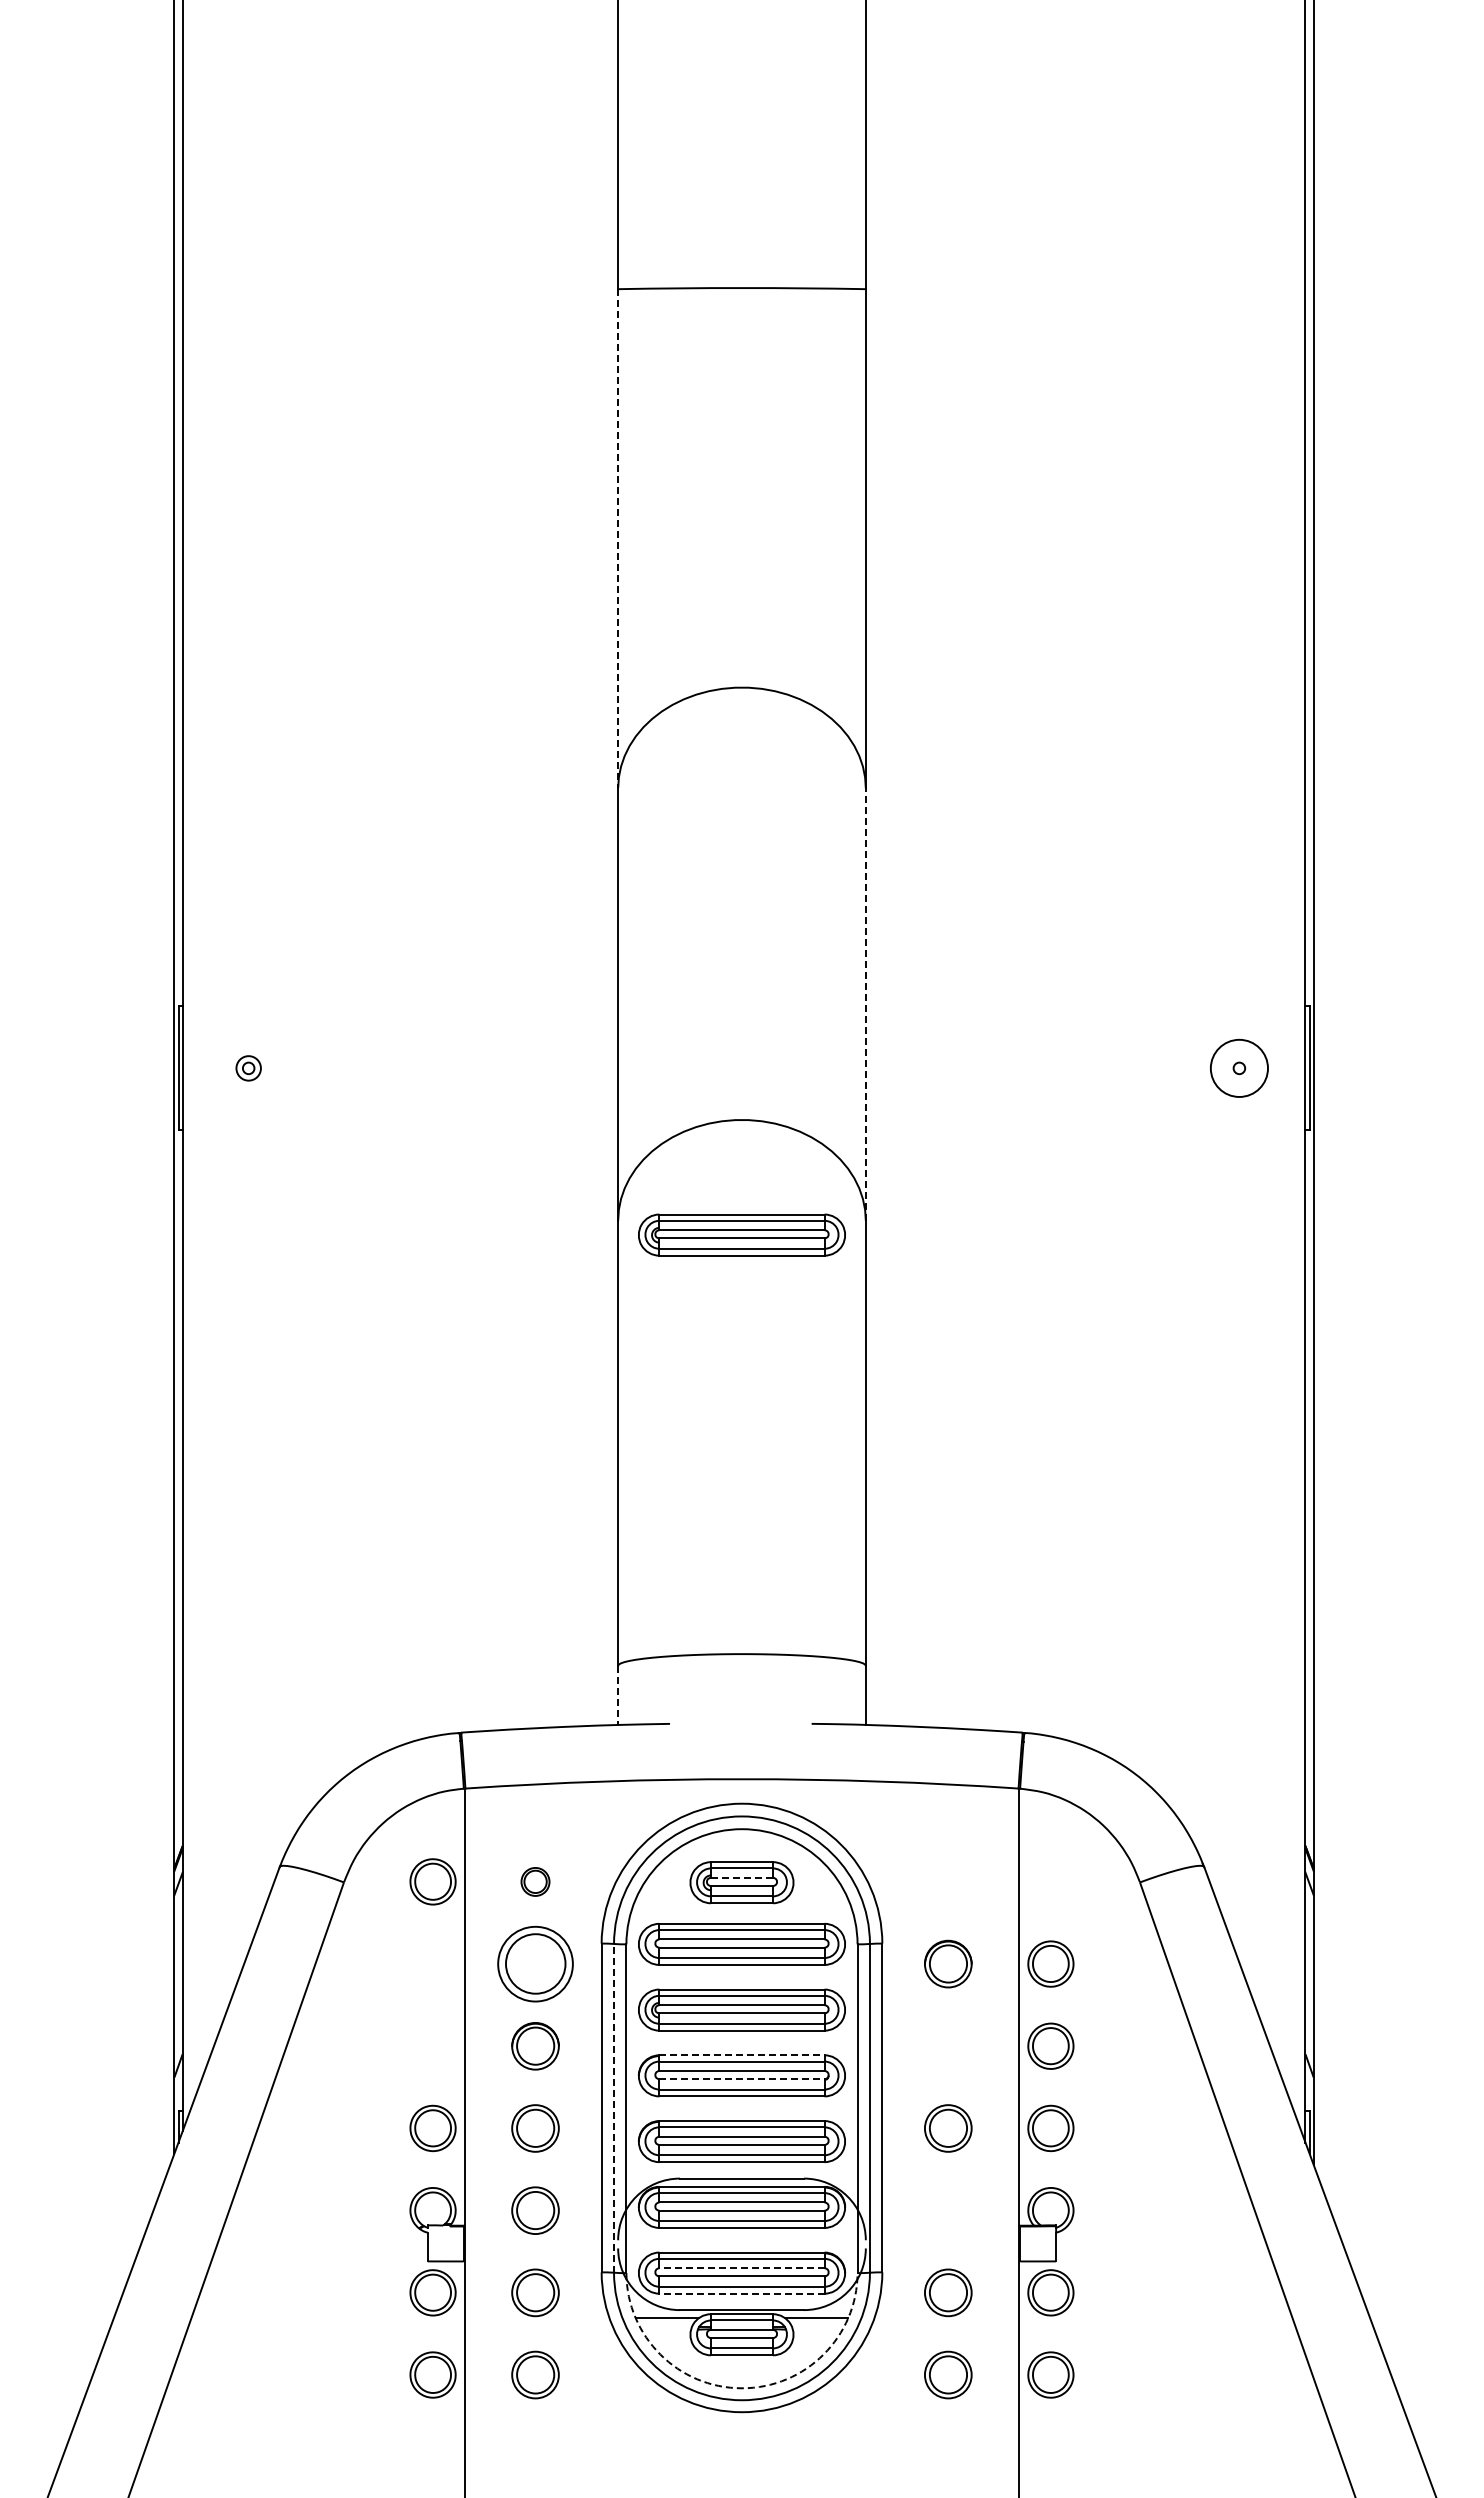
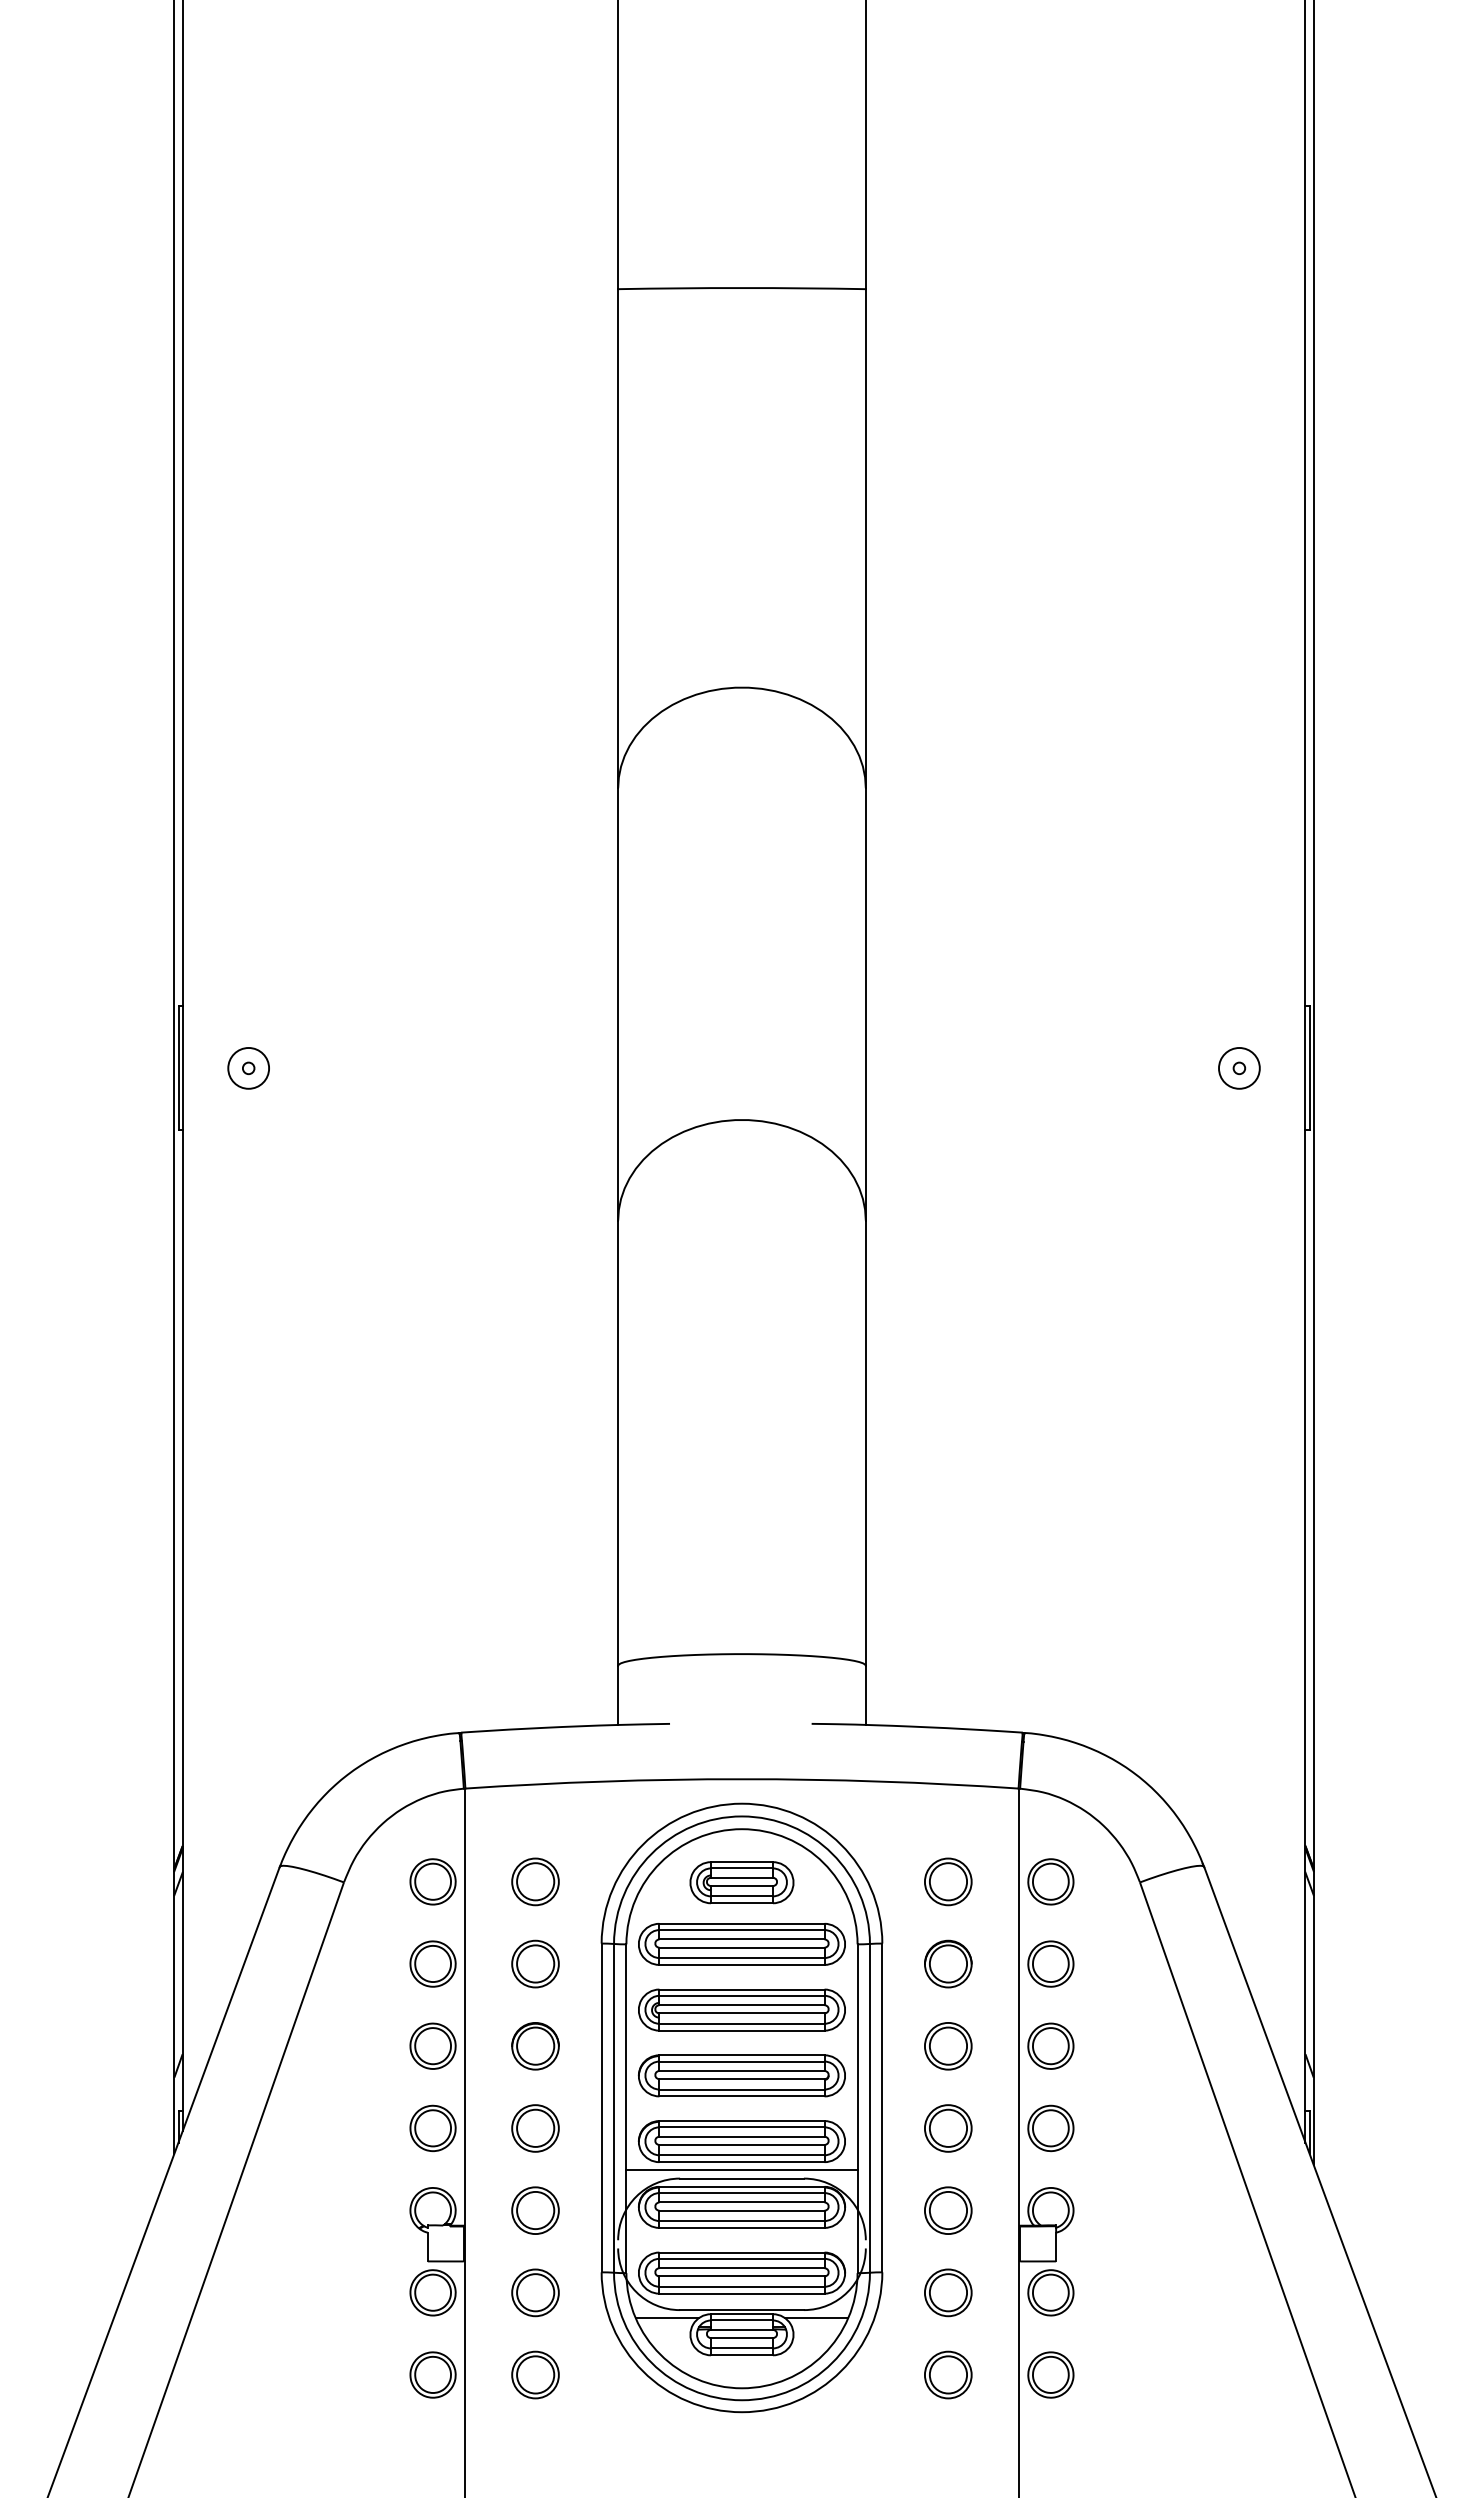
line at (618, 538): dashed -> solid
line at (865, 1003): dashed -> solid
circle at (1238, 1067) diameter: 57 px -> 41 px
circle at (248, 1068) diameter: 24 px -> 41 px
part at (741, 1234): present -> none
line at (618, 1695): dashed -> solid
line at (742, 1877): dashed -> solid
part at (535, 1881) size: 31x30 px -> 49x50 px
part at (948, 1881): none -> present
part at (1050, 1881): none -> present
part at (432, 1963): none -> present
part at (535, 1963) size: 77x78 px -> 49x50 px
part at (432, 2045): none -> present
part at (948, 2046): none -> present
line at (742, 2055): dashed -> solid
line at (742, 2079): dashed -> solid
line at (614, 2107): dashed -> solid
line at (741, 2170): none -> present
part at (948, 2210): none -> present
line at (742, 2268): dashed -> solid
line at (742, 2293): dashed -> solid
arc at (742, 2388): dashed -> solid
